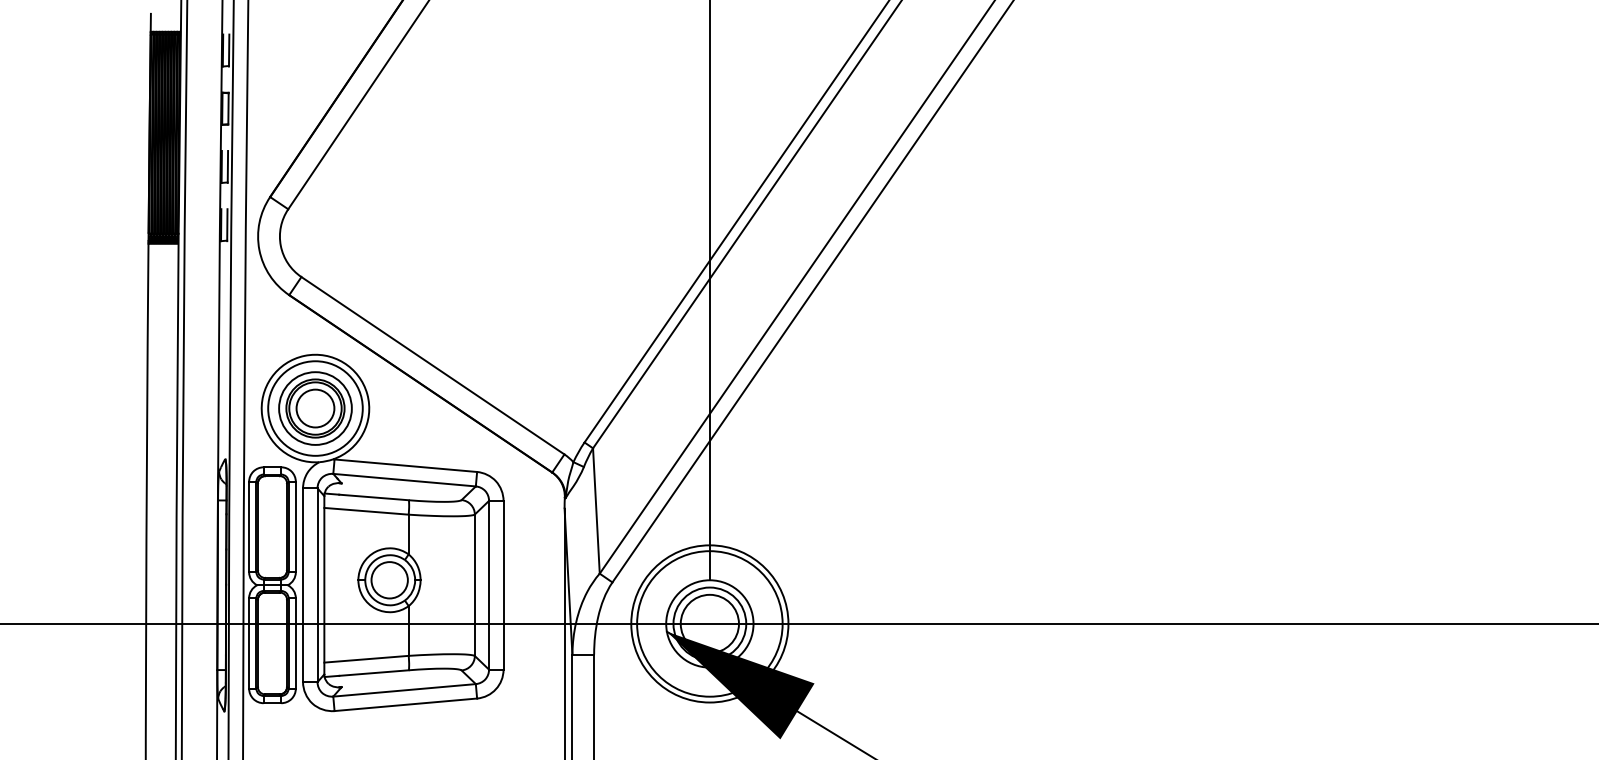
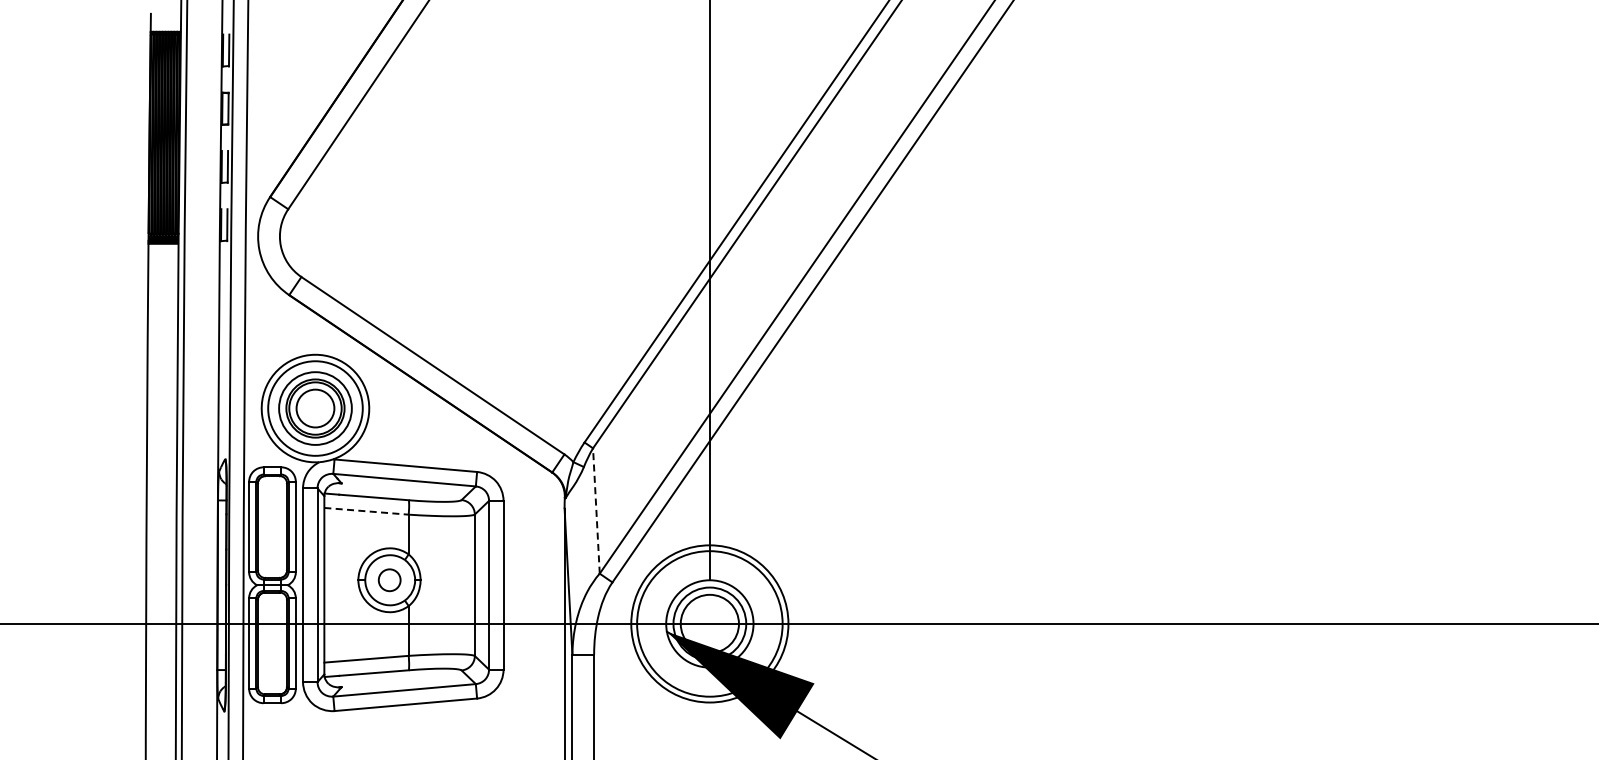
line at (367, 511): solid -> dashed
line at (596, 511): solid -> dashed
circle at (389, 580) diameter: 36 px -> 22 px
